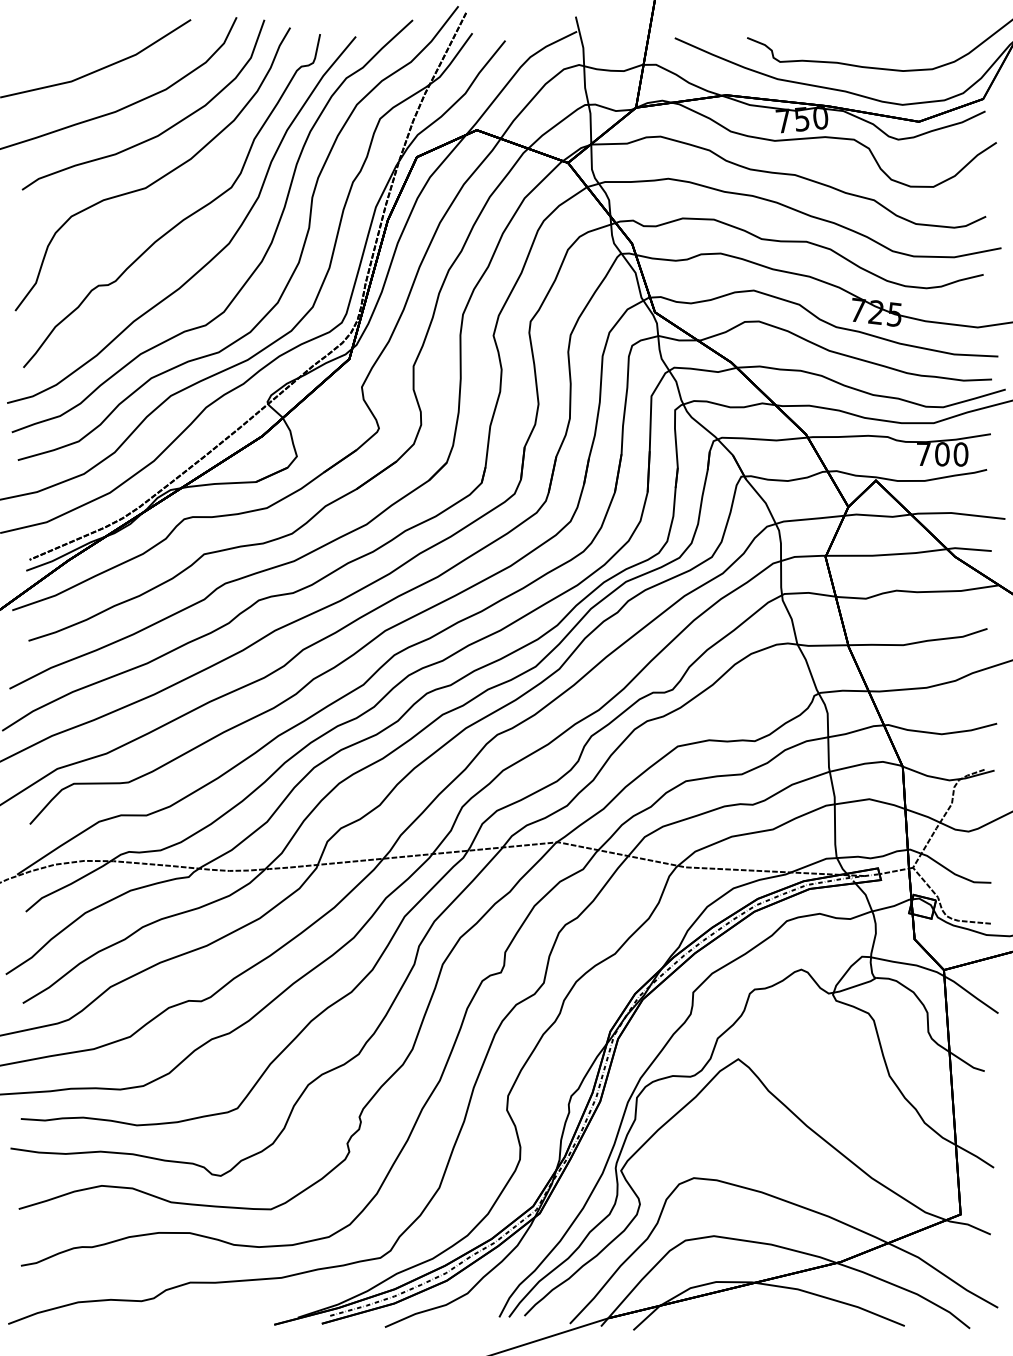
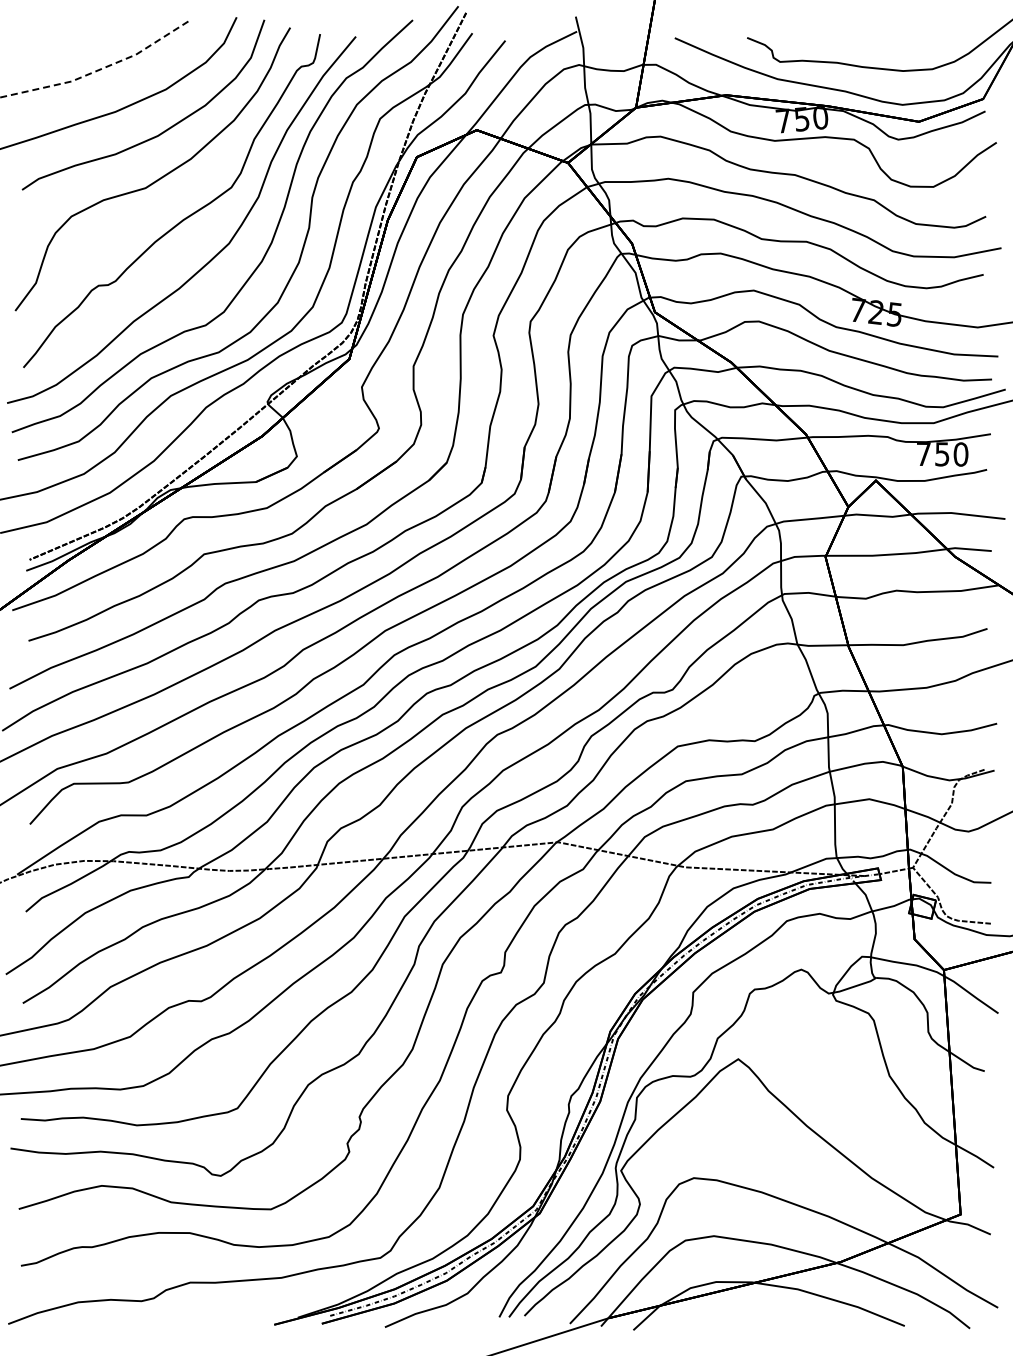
line at (100, 69): solid -> dashed
text at (942, 454): 700 -> 750
